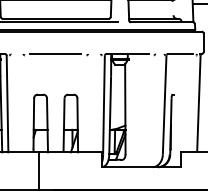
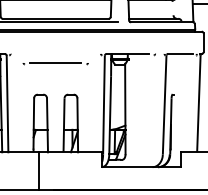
part at (55, 54) position: (55, 54) -> (55, 63)
